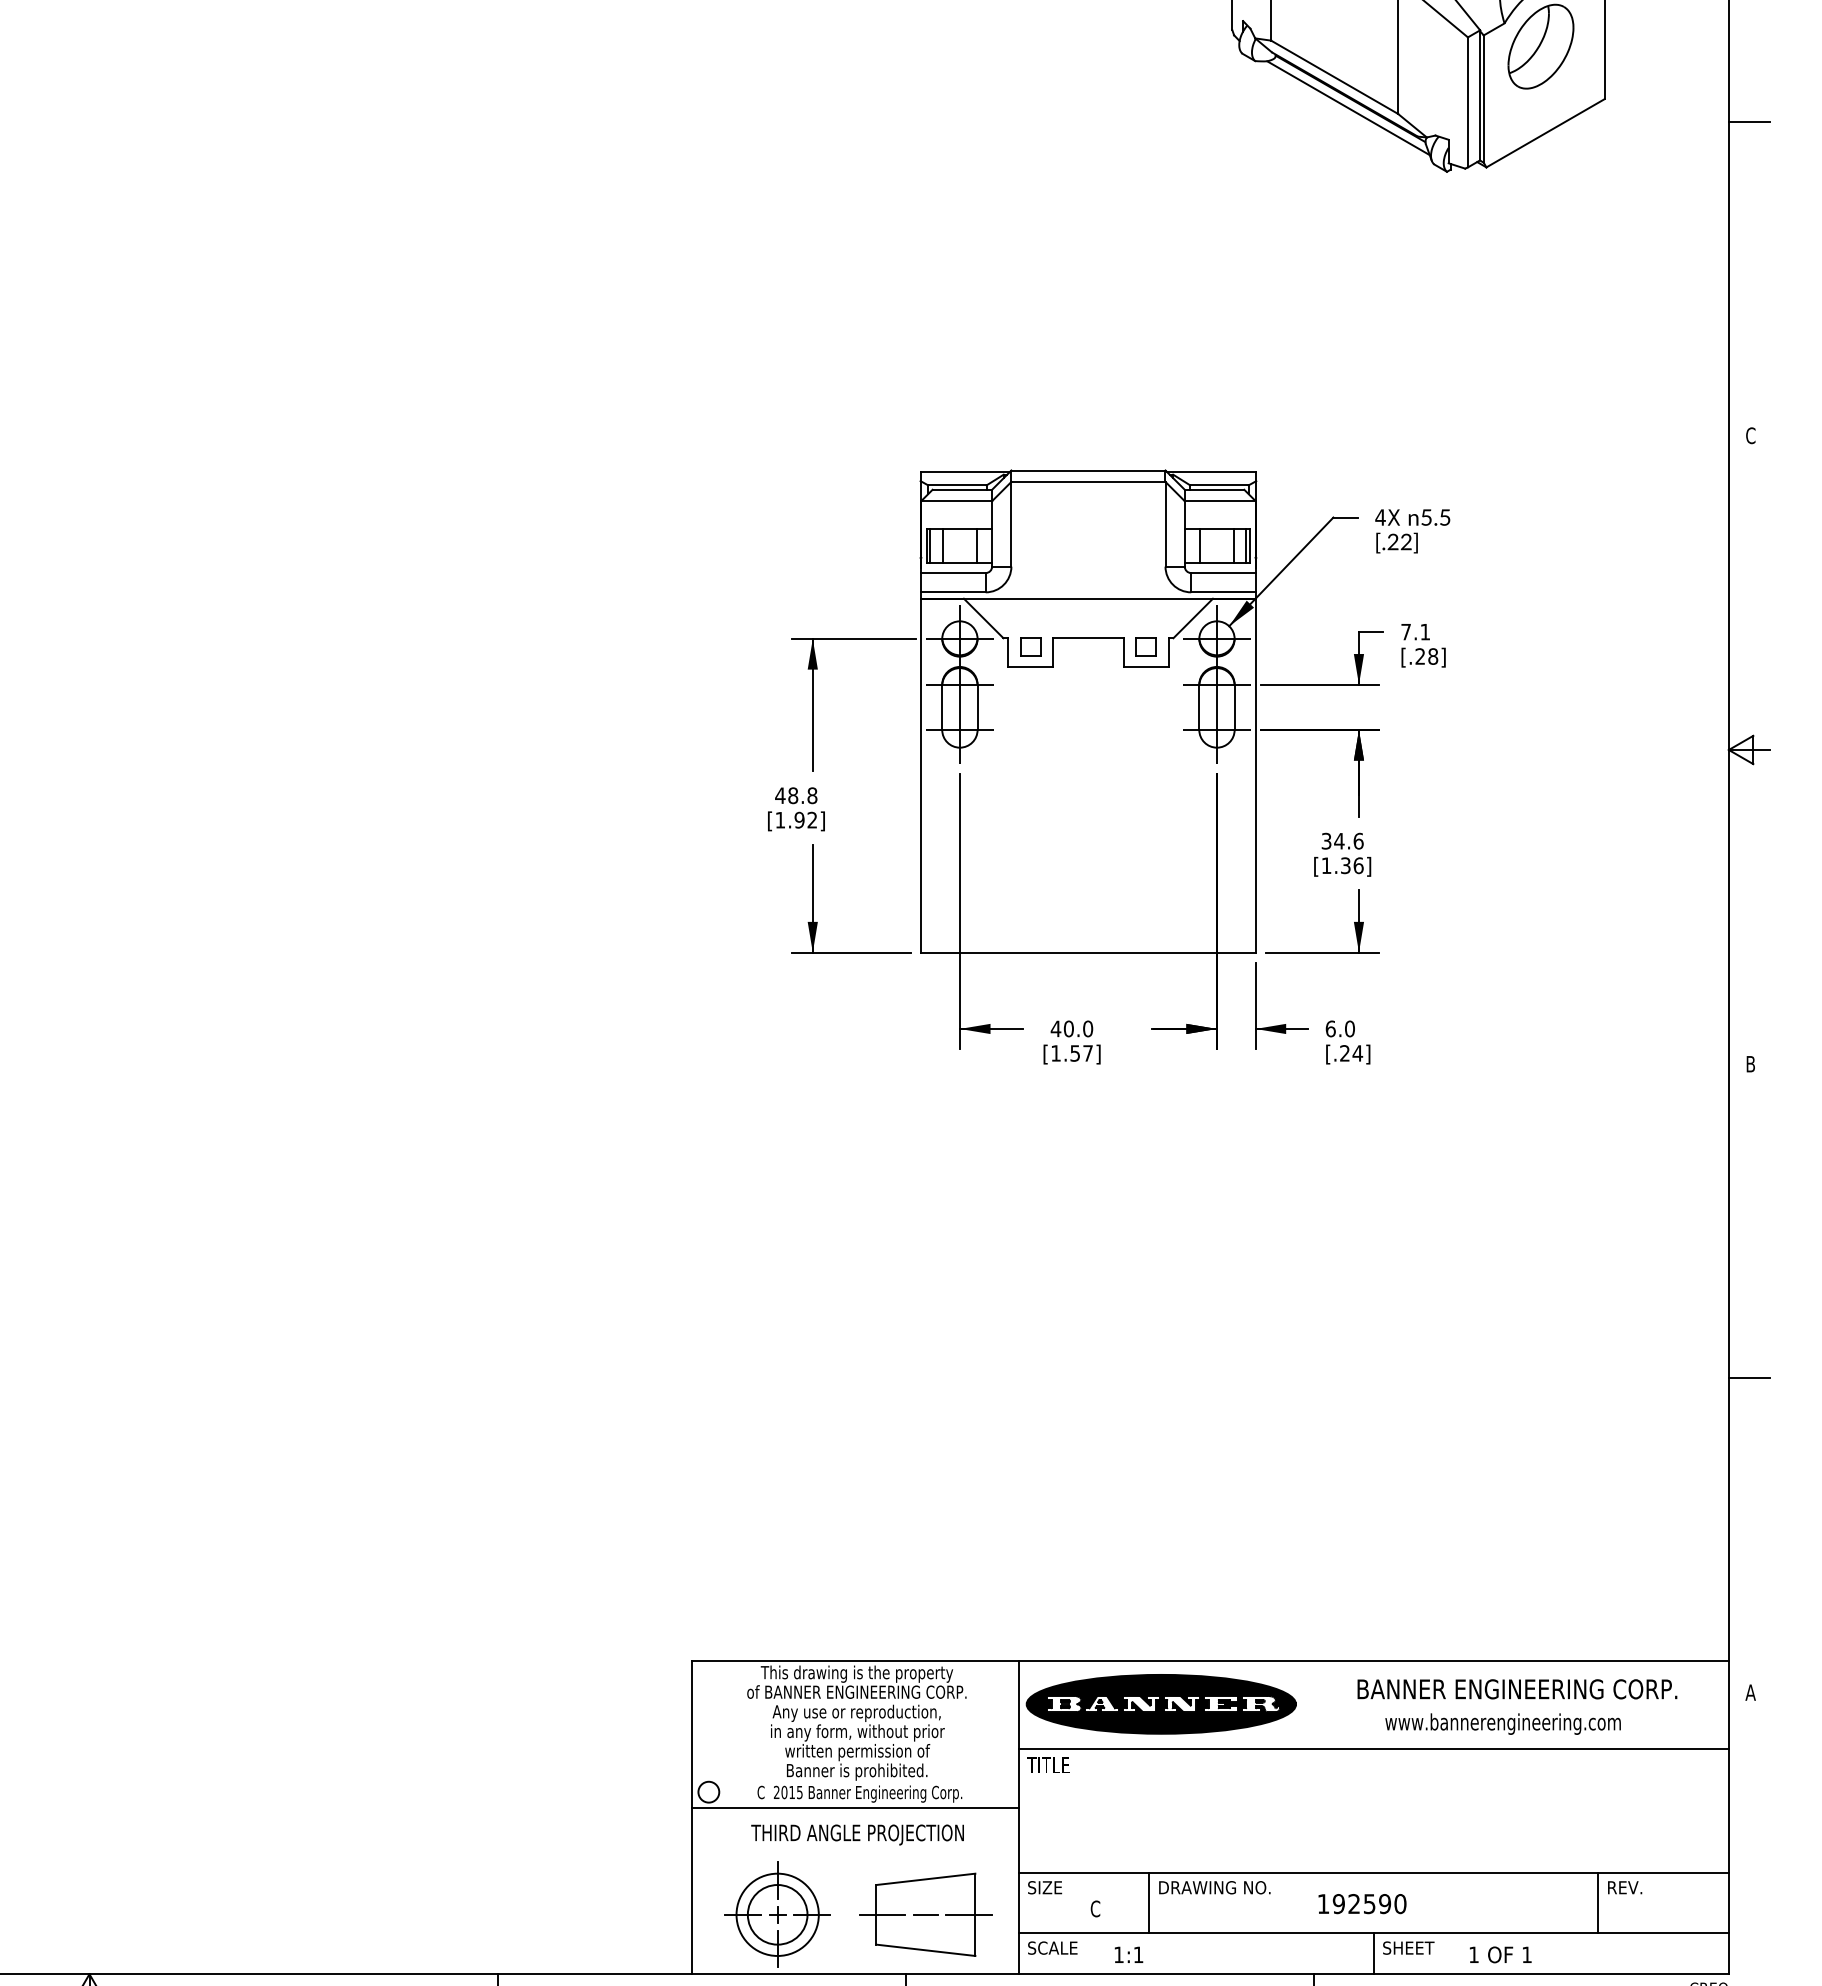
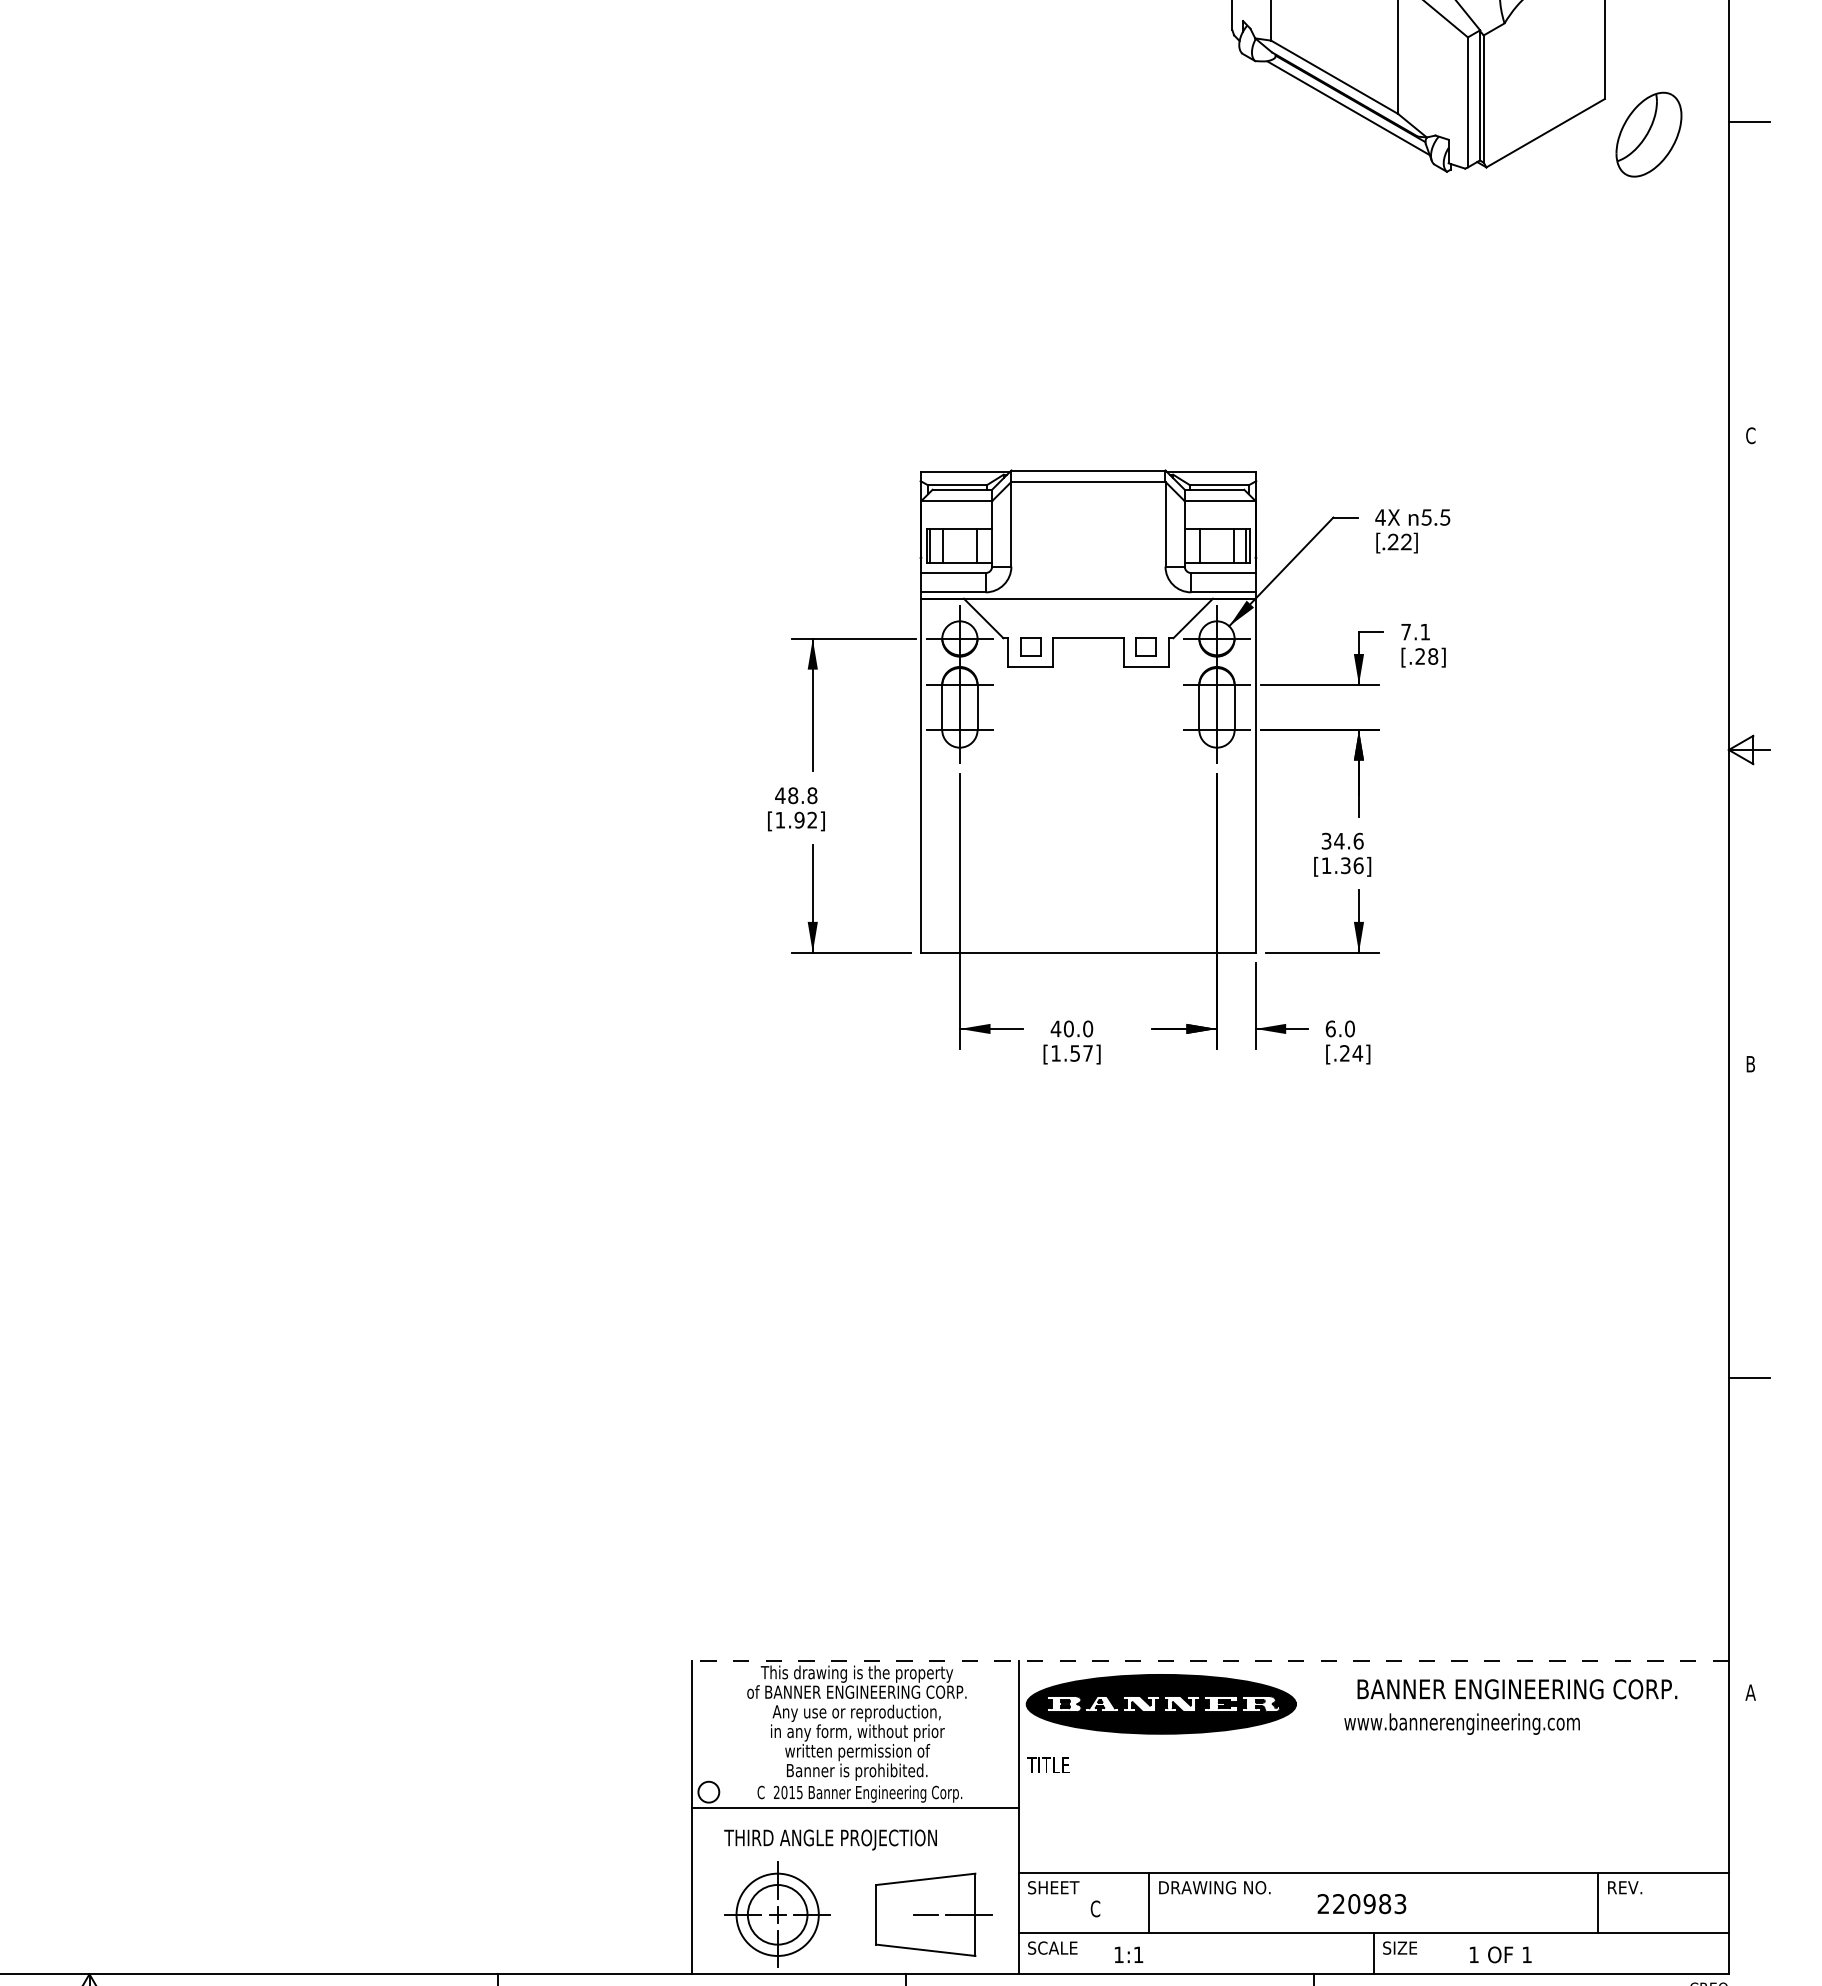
part at (1540, 46) position: (1540, 46) -> (1648, 134)
line at (1210, 1660): solid -> dashed
text at (1502, 1723) position: (1502, 1723) -> (1461, 1723)
line at (1373, 1748): present -> none
text at (857, 1834) position: (857, 1834) -> (830, 1839)
text at (1059, 1887): SIZE -> SHEET
text at (1361, 1904): 192590 -> 220983
line at (882, 1914): present -> none
text at (1414, 1947): SHEET -> SIZE
